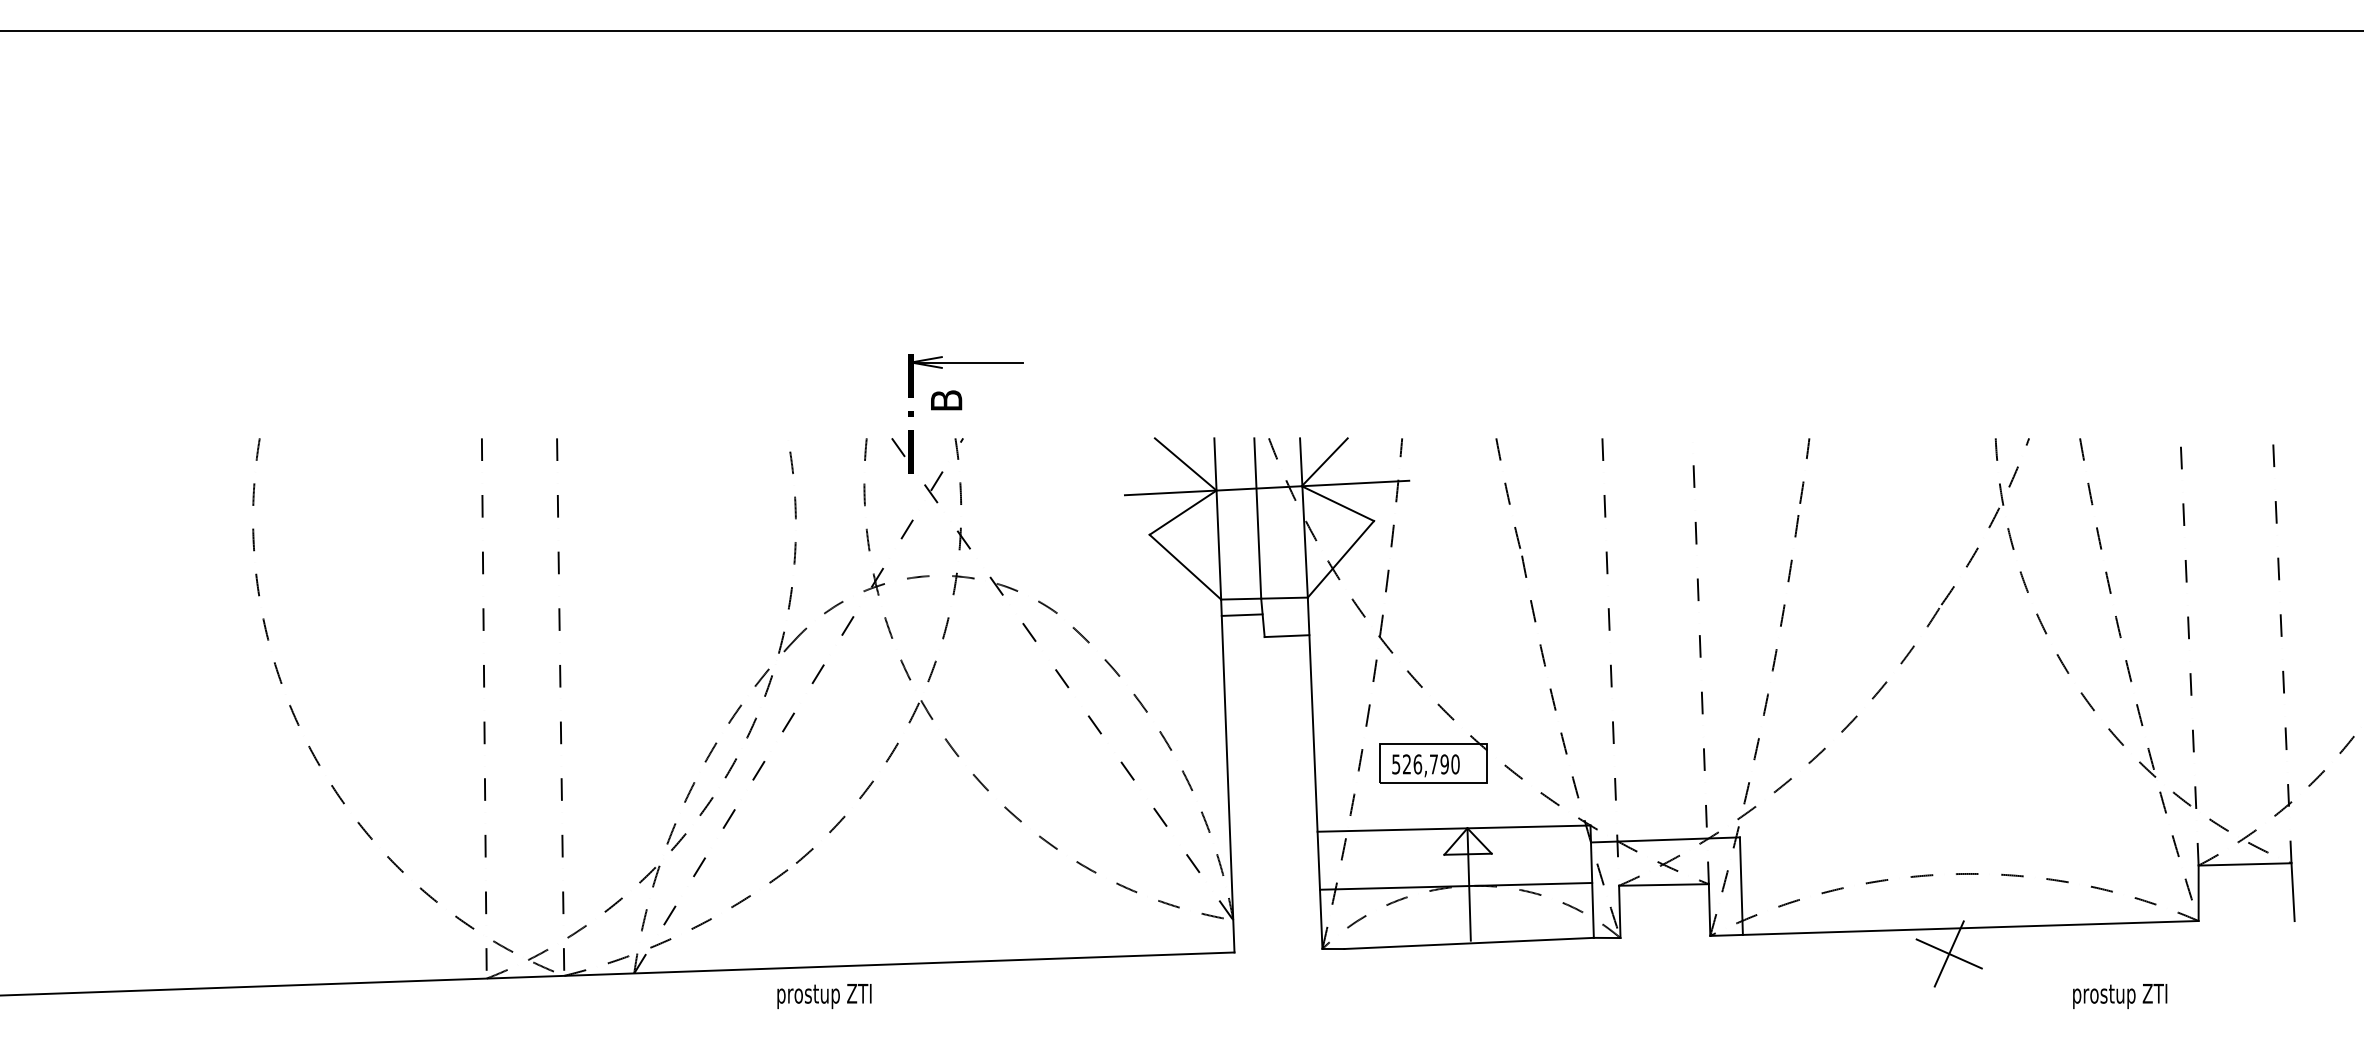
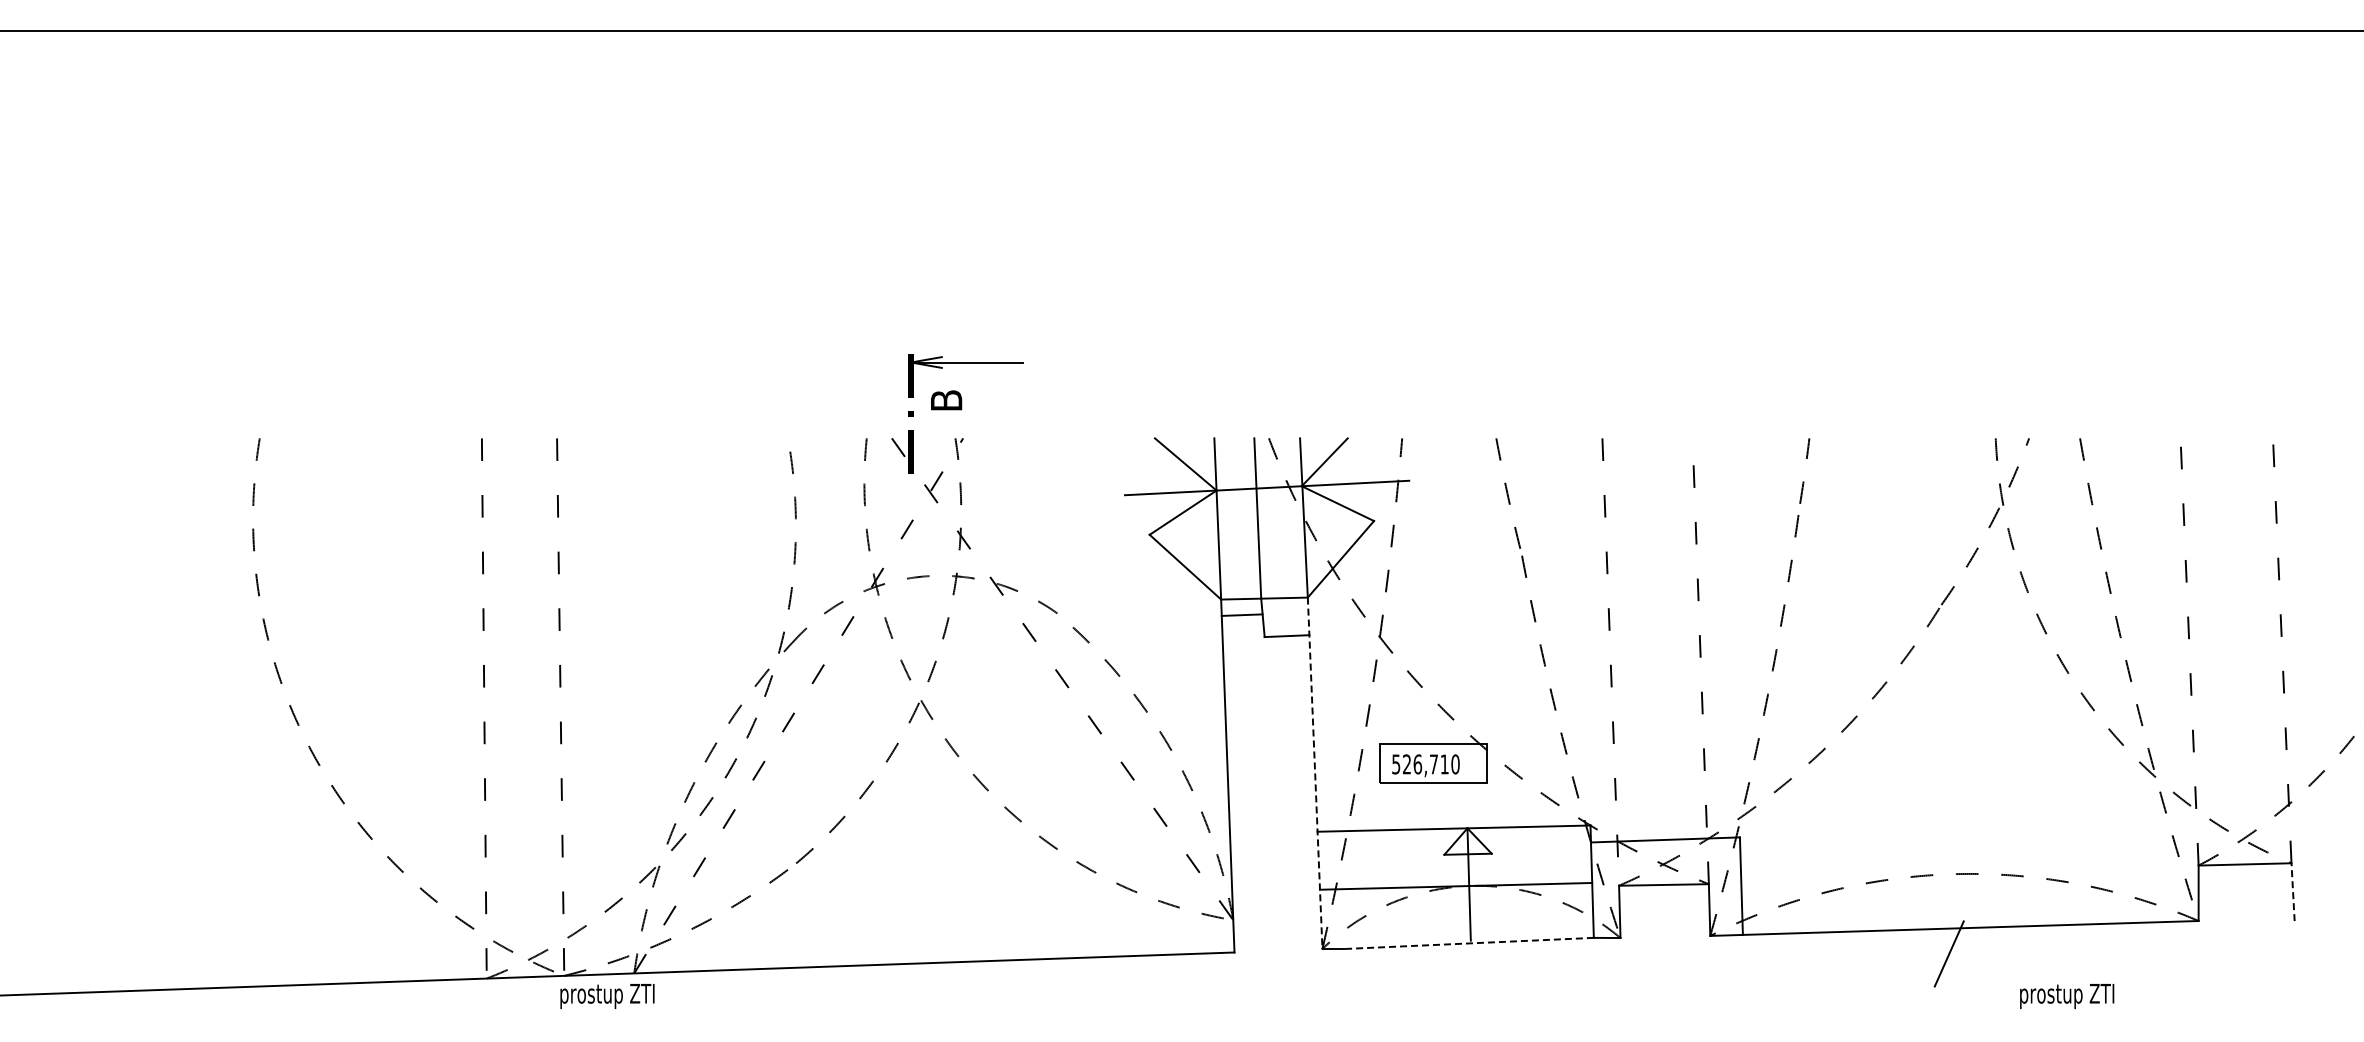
text at (1444, 764): 526,790 -> 526,710
line at (1315, 773): solid -> dashed
line at (2293, 892): solid -> dashed
line at (1469, 943): solid -> dashed
line at (1948, 953): present -> none
text at (824, 996) position: (824, 996) -> (607, 996)
text at (2120, 996) position: (2120, 996) -> (2067, 996)
